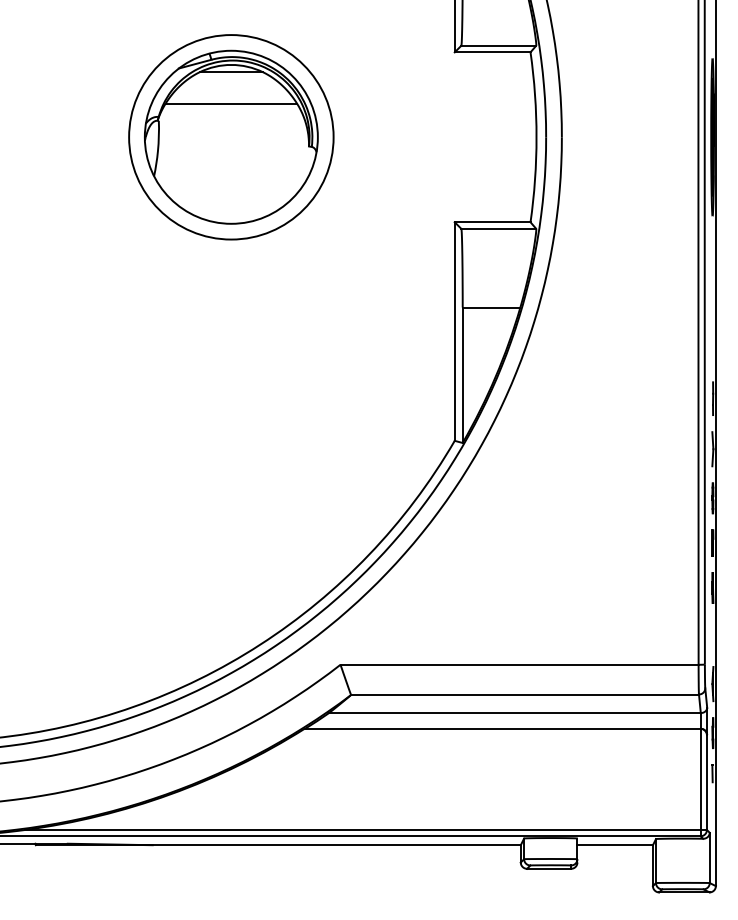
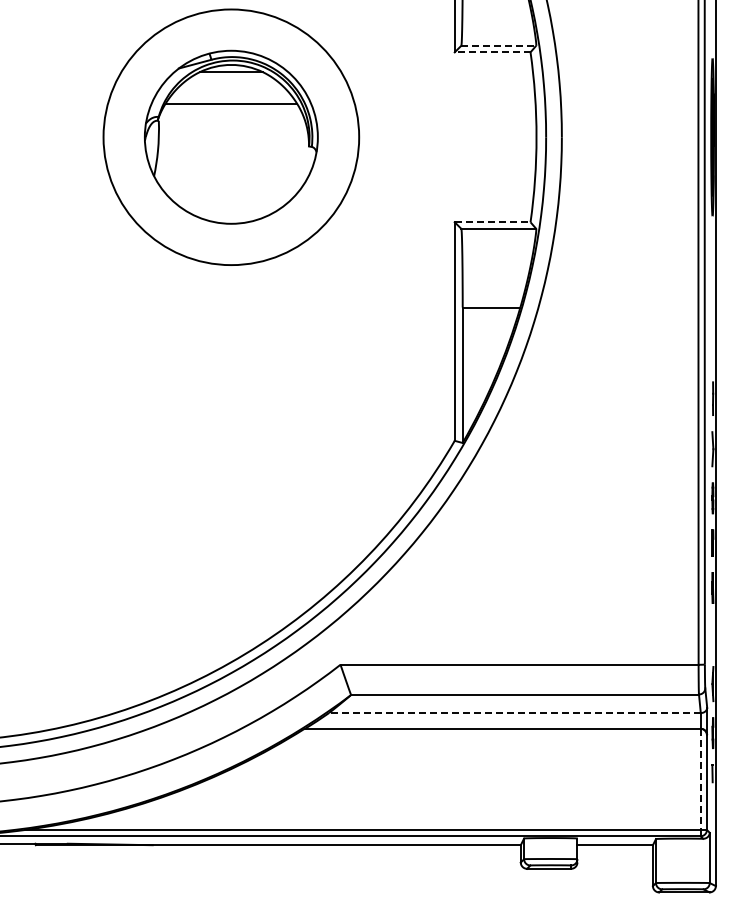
line at (499, 45): solid -> dashed
line at (492, 52): solid -> dashed
circle at (231, 137) diameter: 205 px -> 256 px
line at (492, 222): solid -> dashed
line at (514, 713): solid -> dashed
line at (700, 782): solid -> dashed
